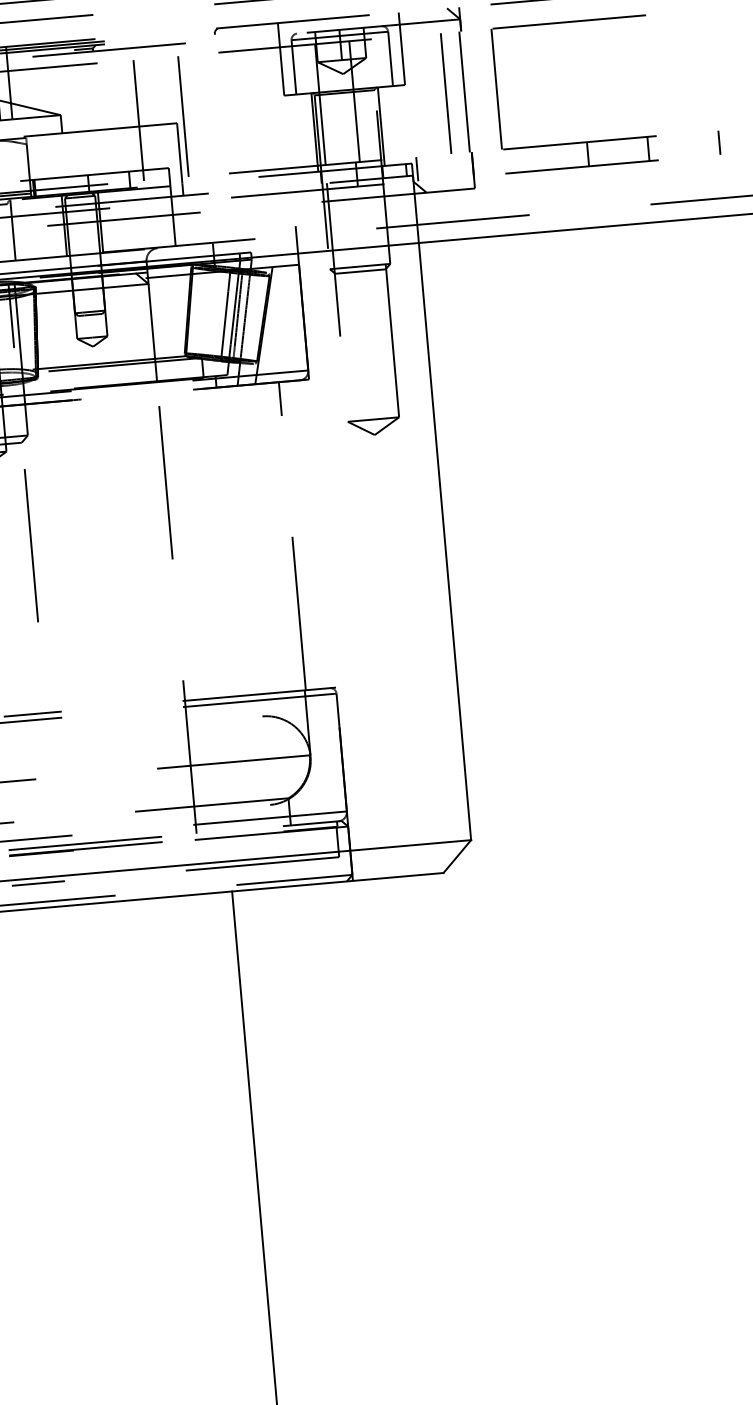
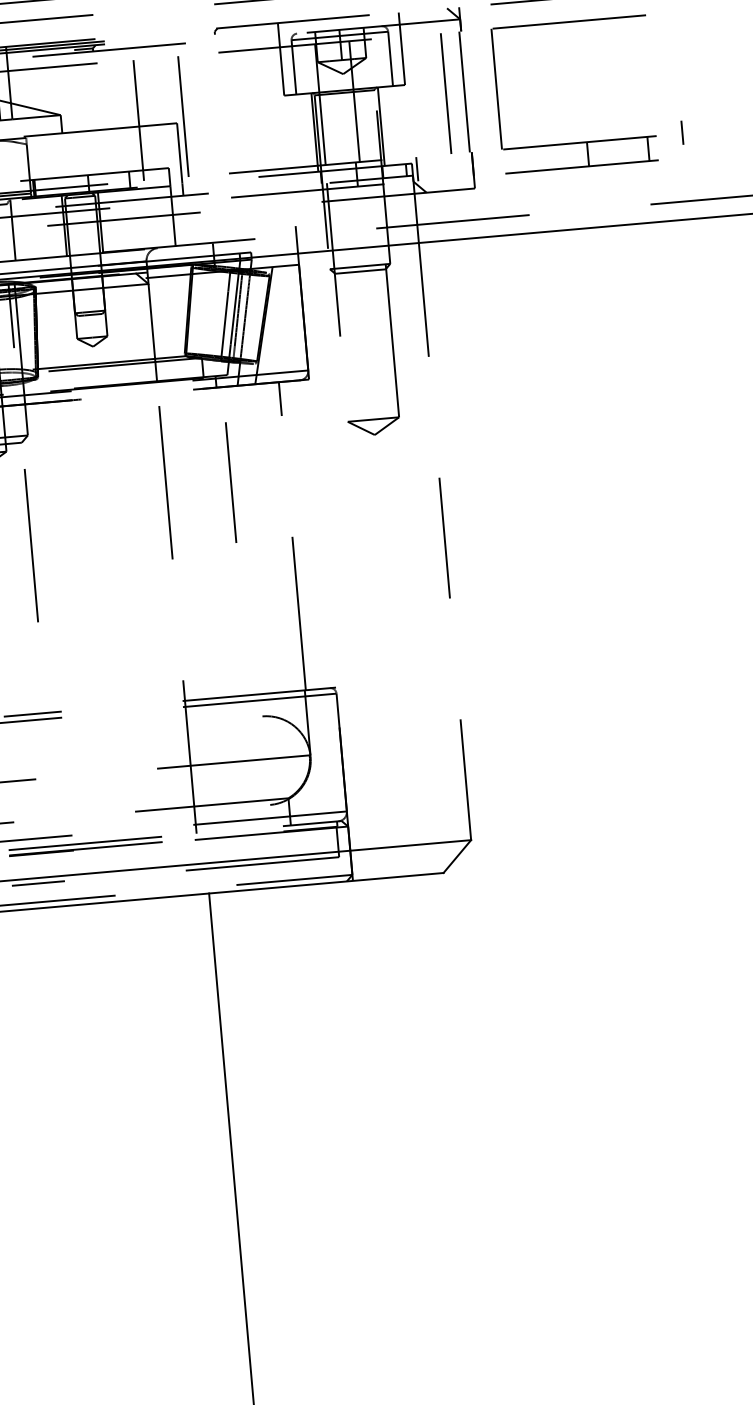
line at (719, 142) position: (719, 142) -> (682, 132)
line at (231, 482): none -> present
line at (445, 541): solid -> dashed
line at (254, 1146) position: (254, 1146) -> (231, 1147)
